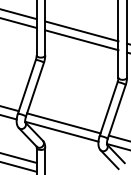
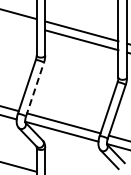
line at (19, 22): present -> none
line at (35, 89): solid -> dashed
line at (19, 157): present -> none
